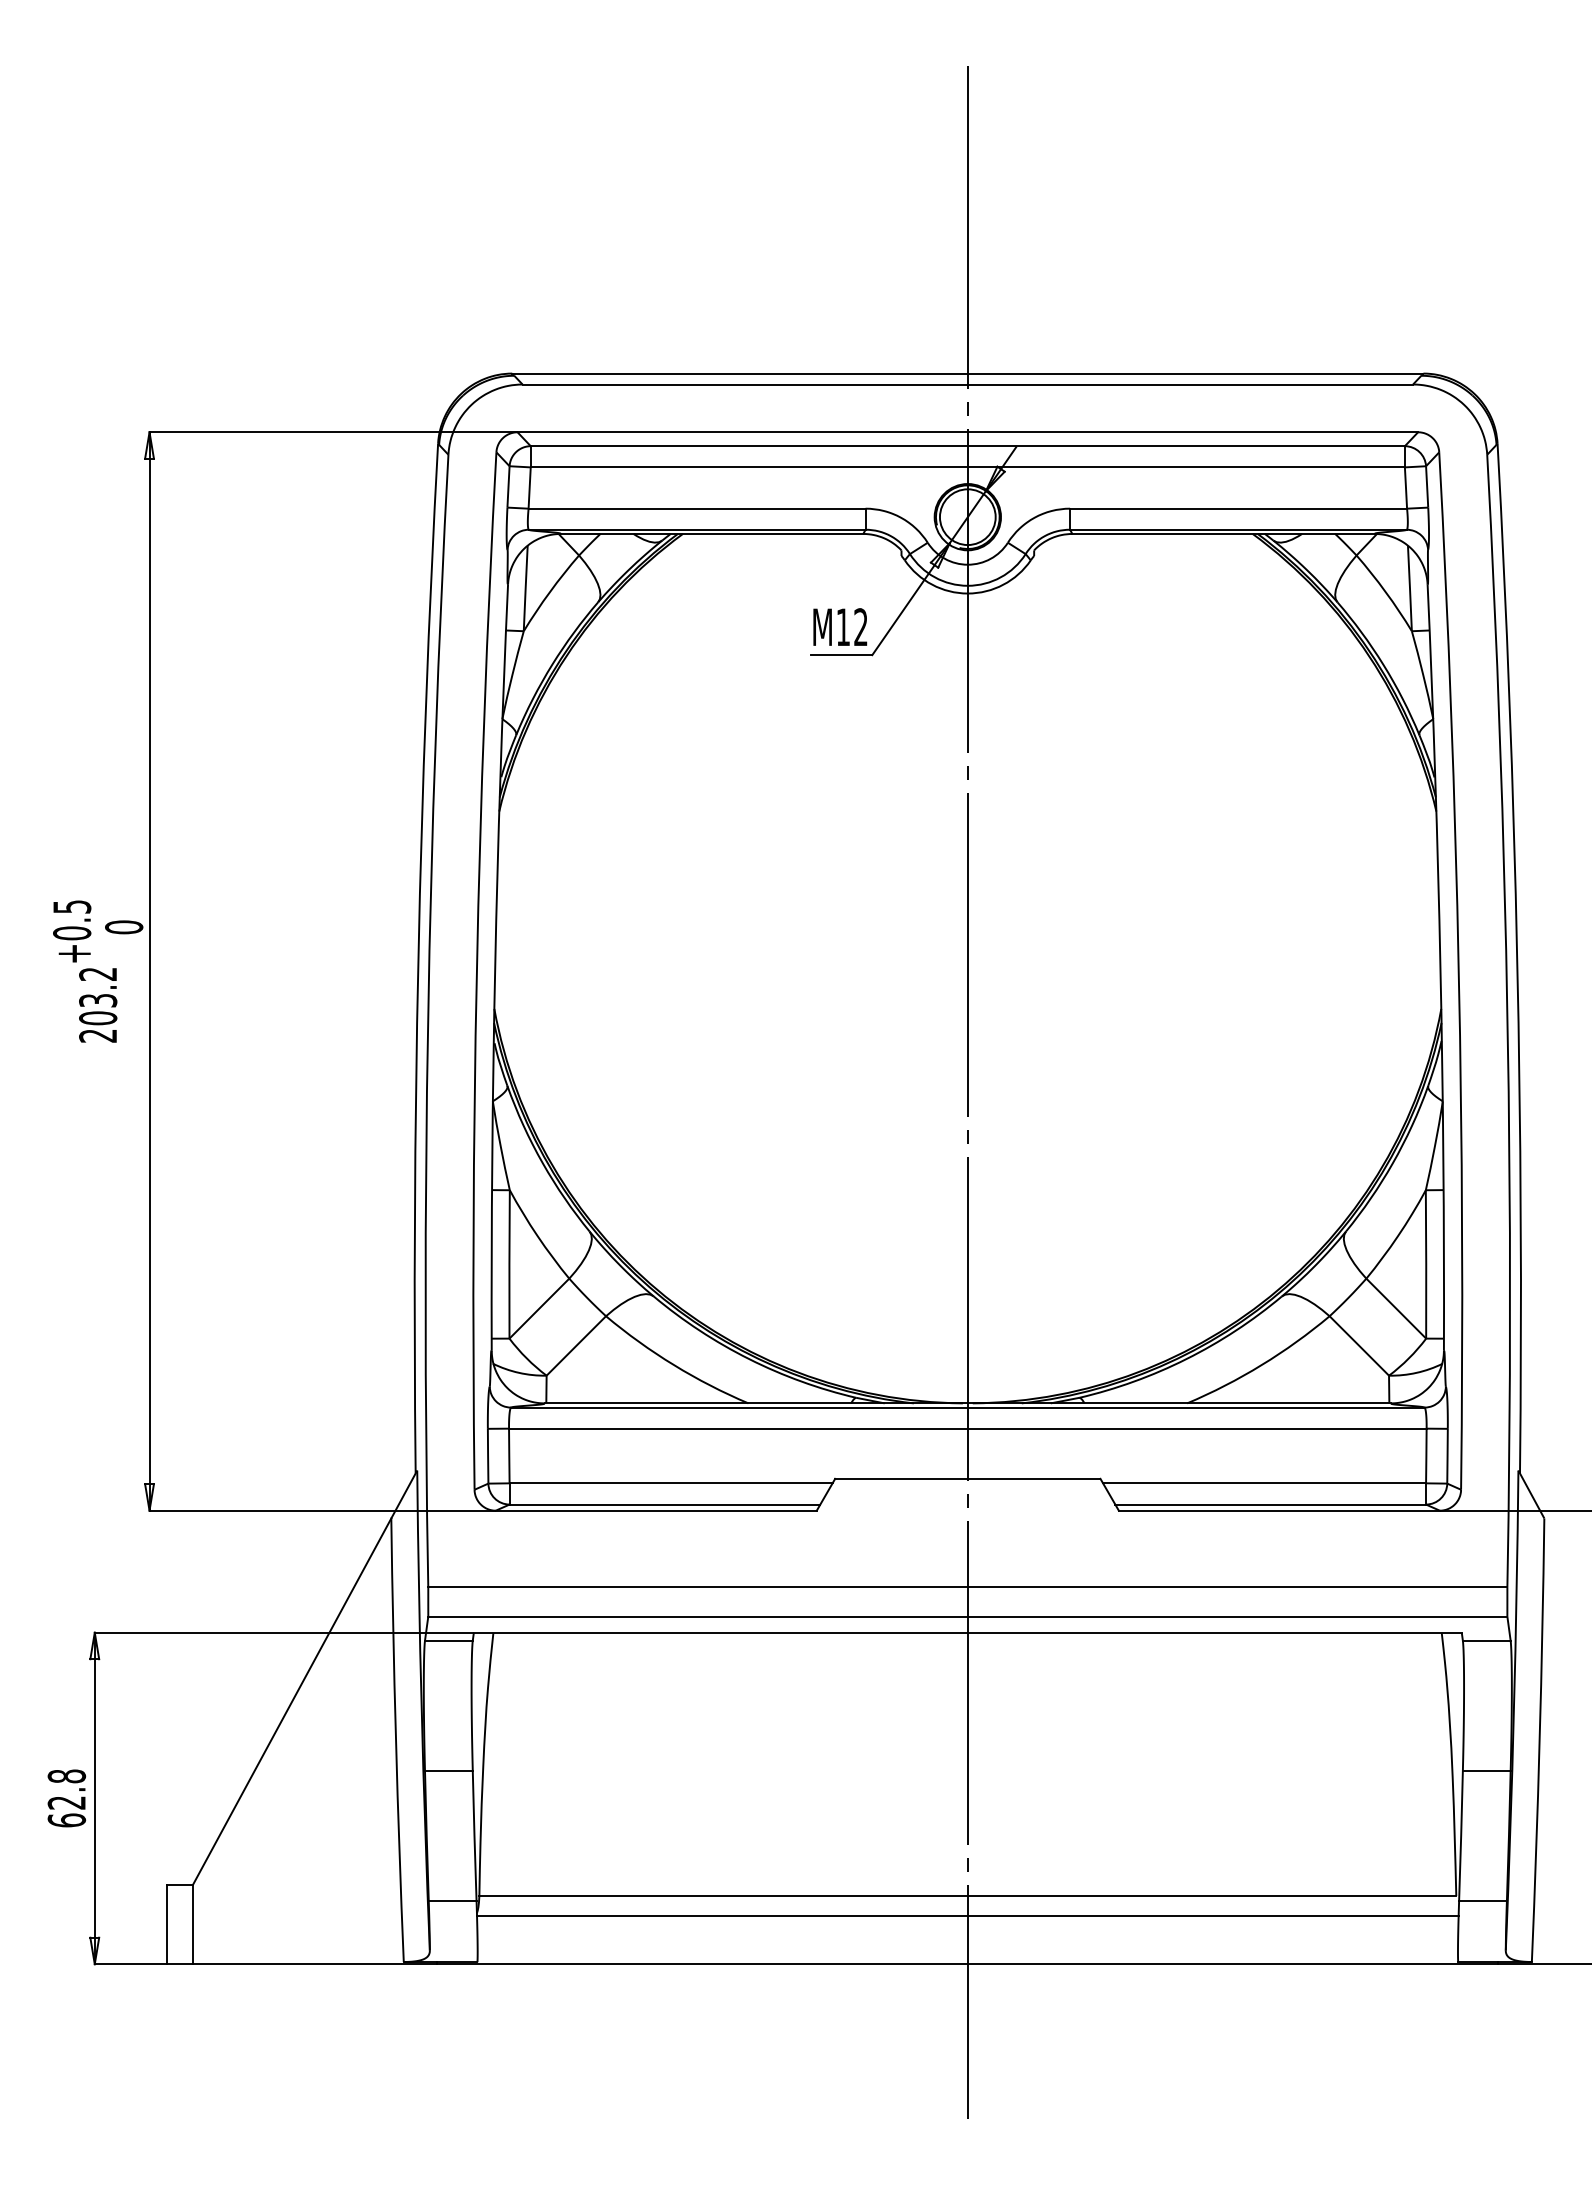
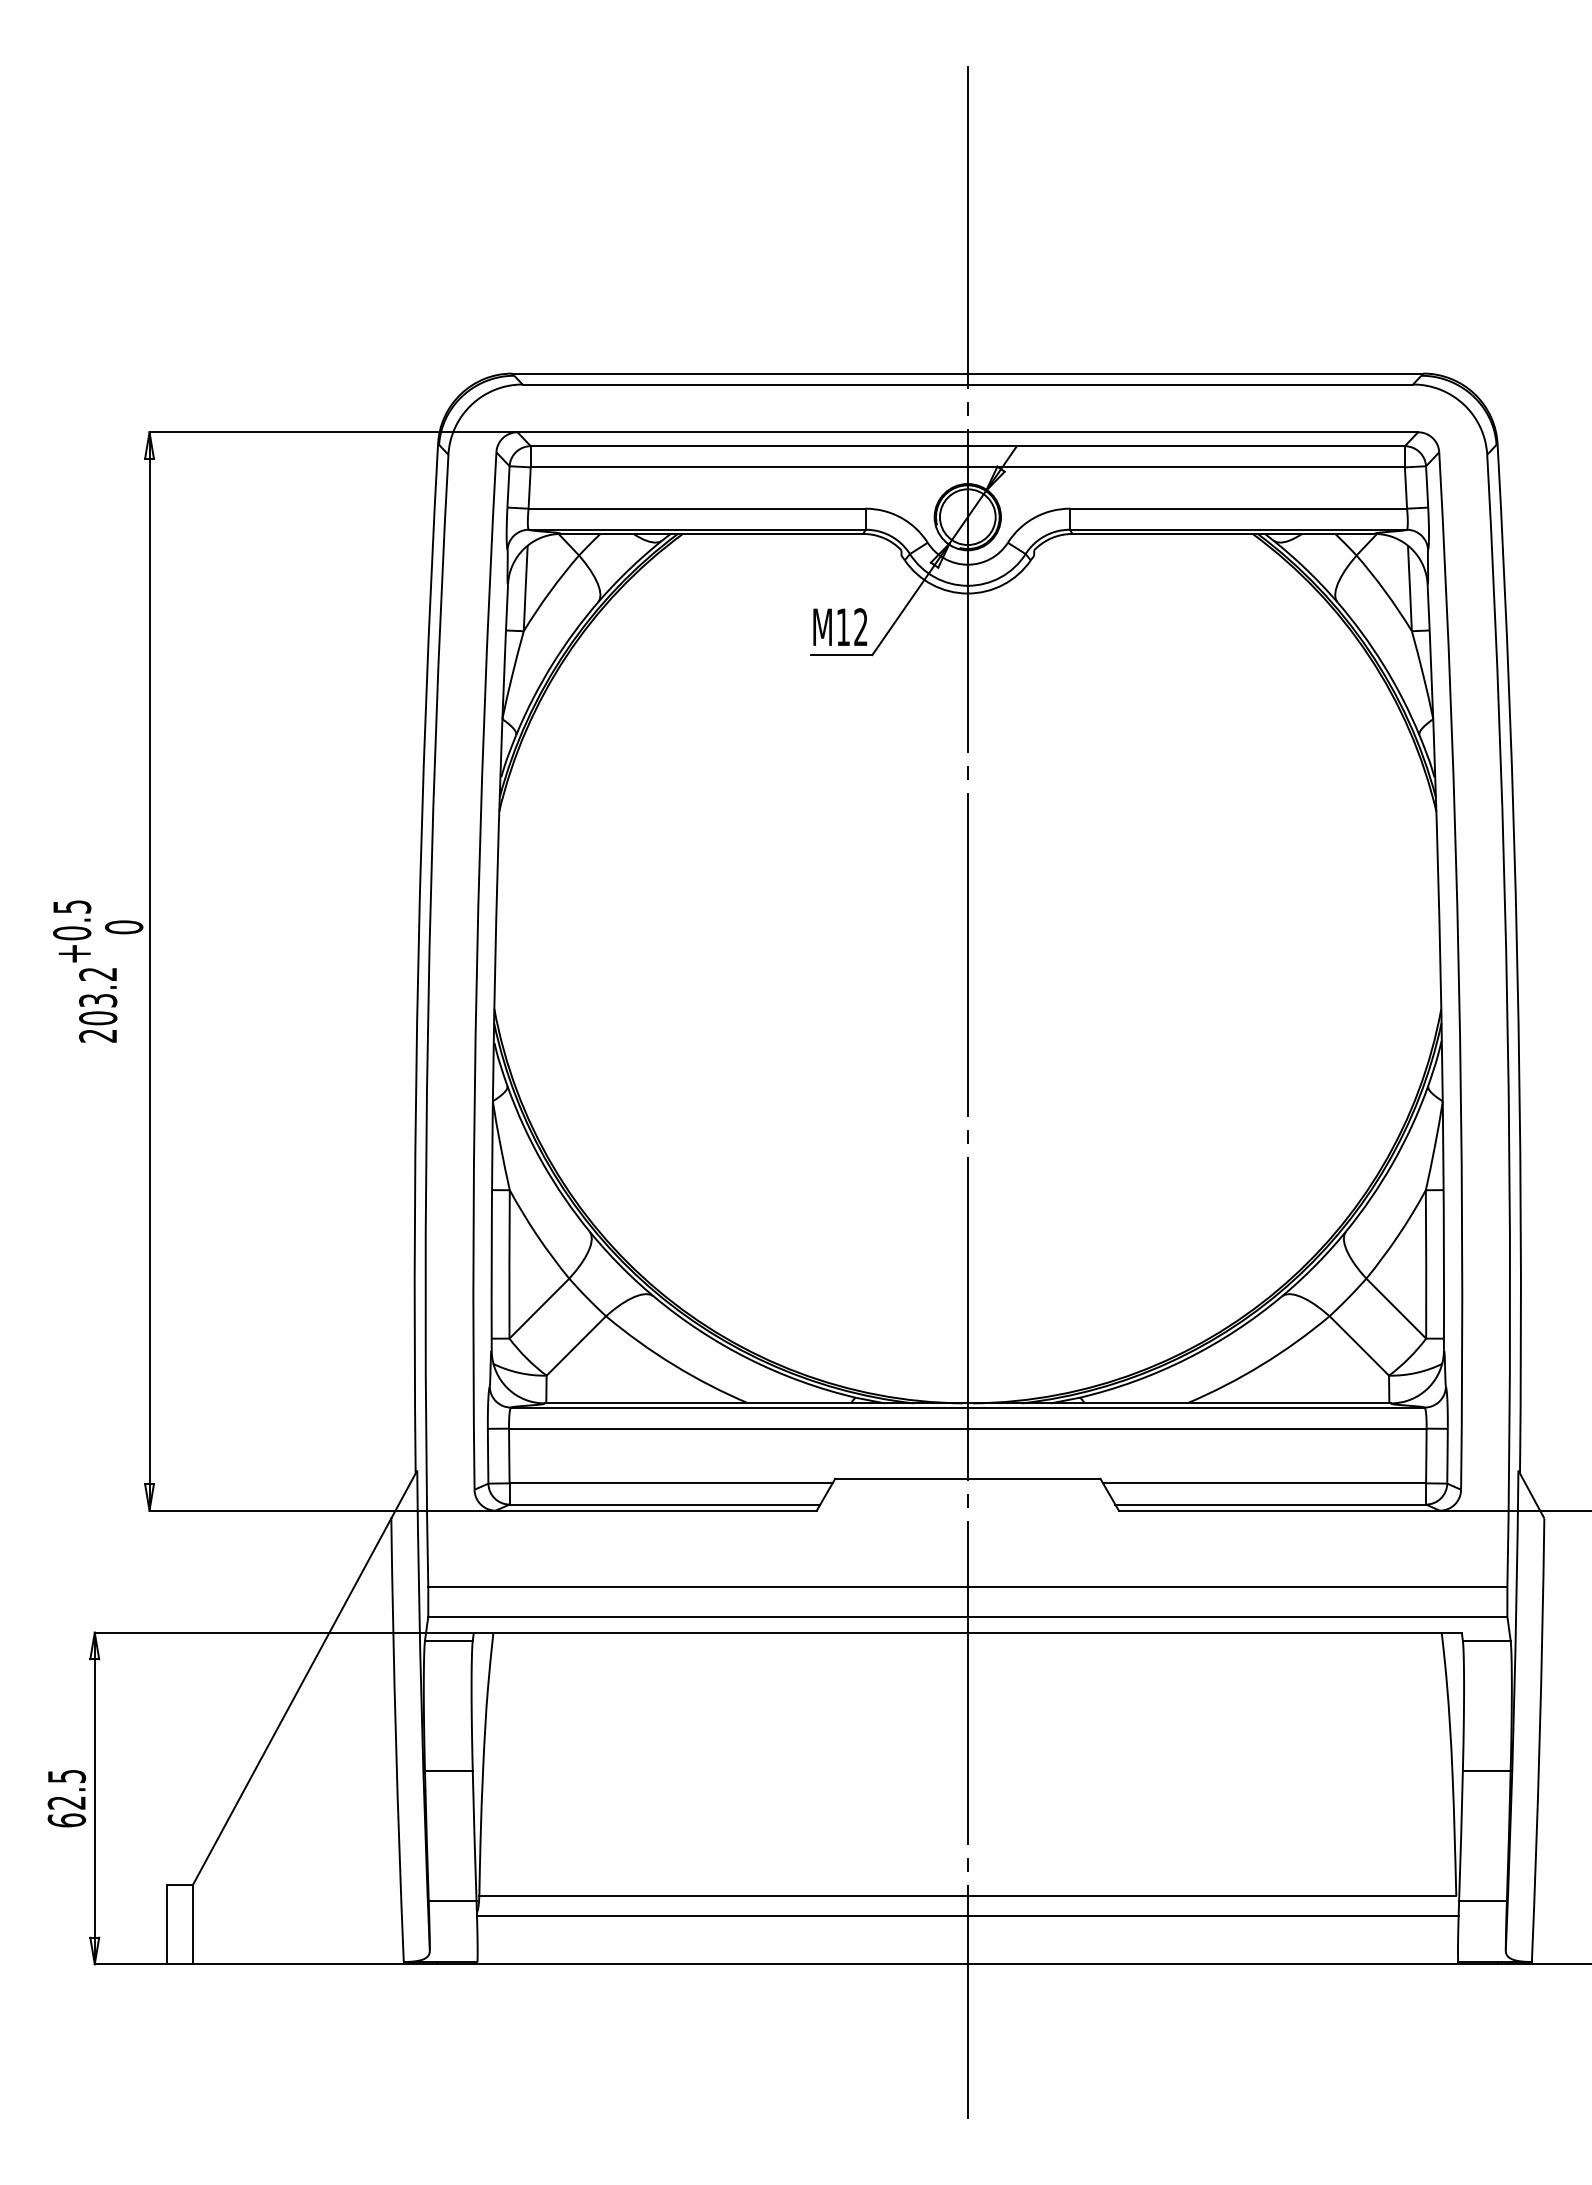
text at (66, 1776): 62.8 -> 62.5
